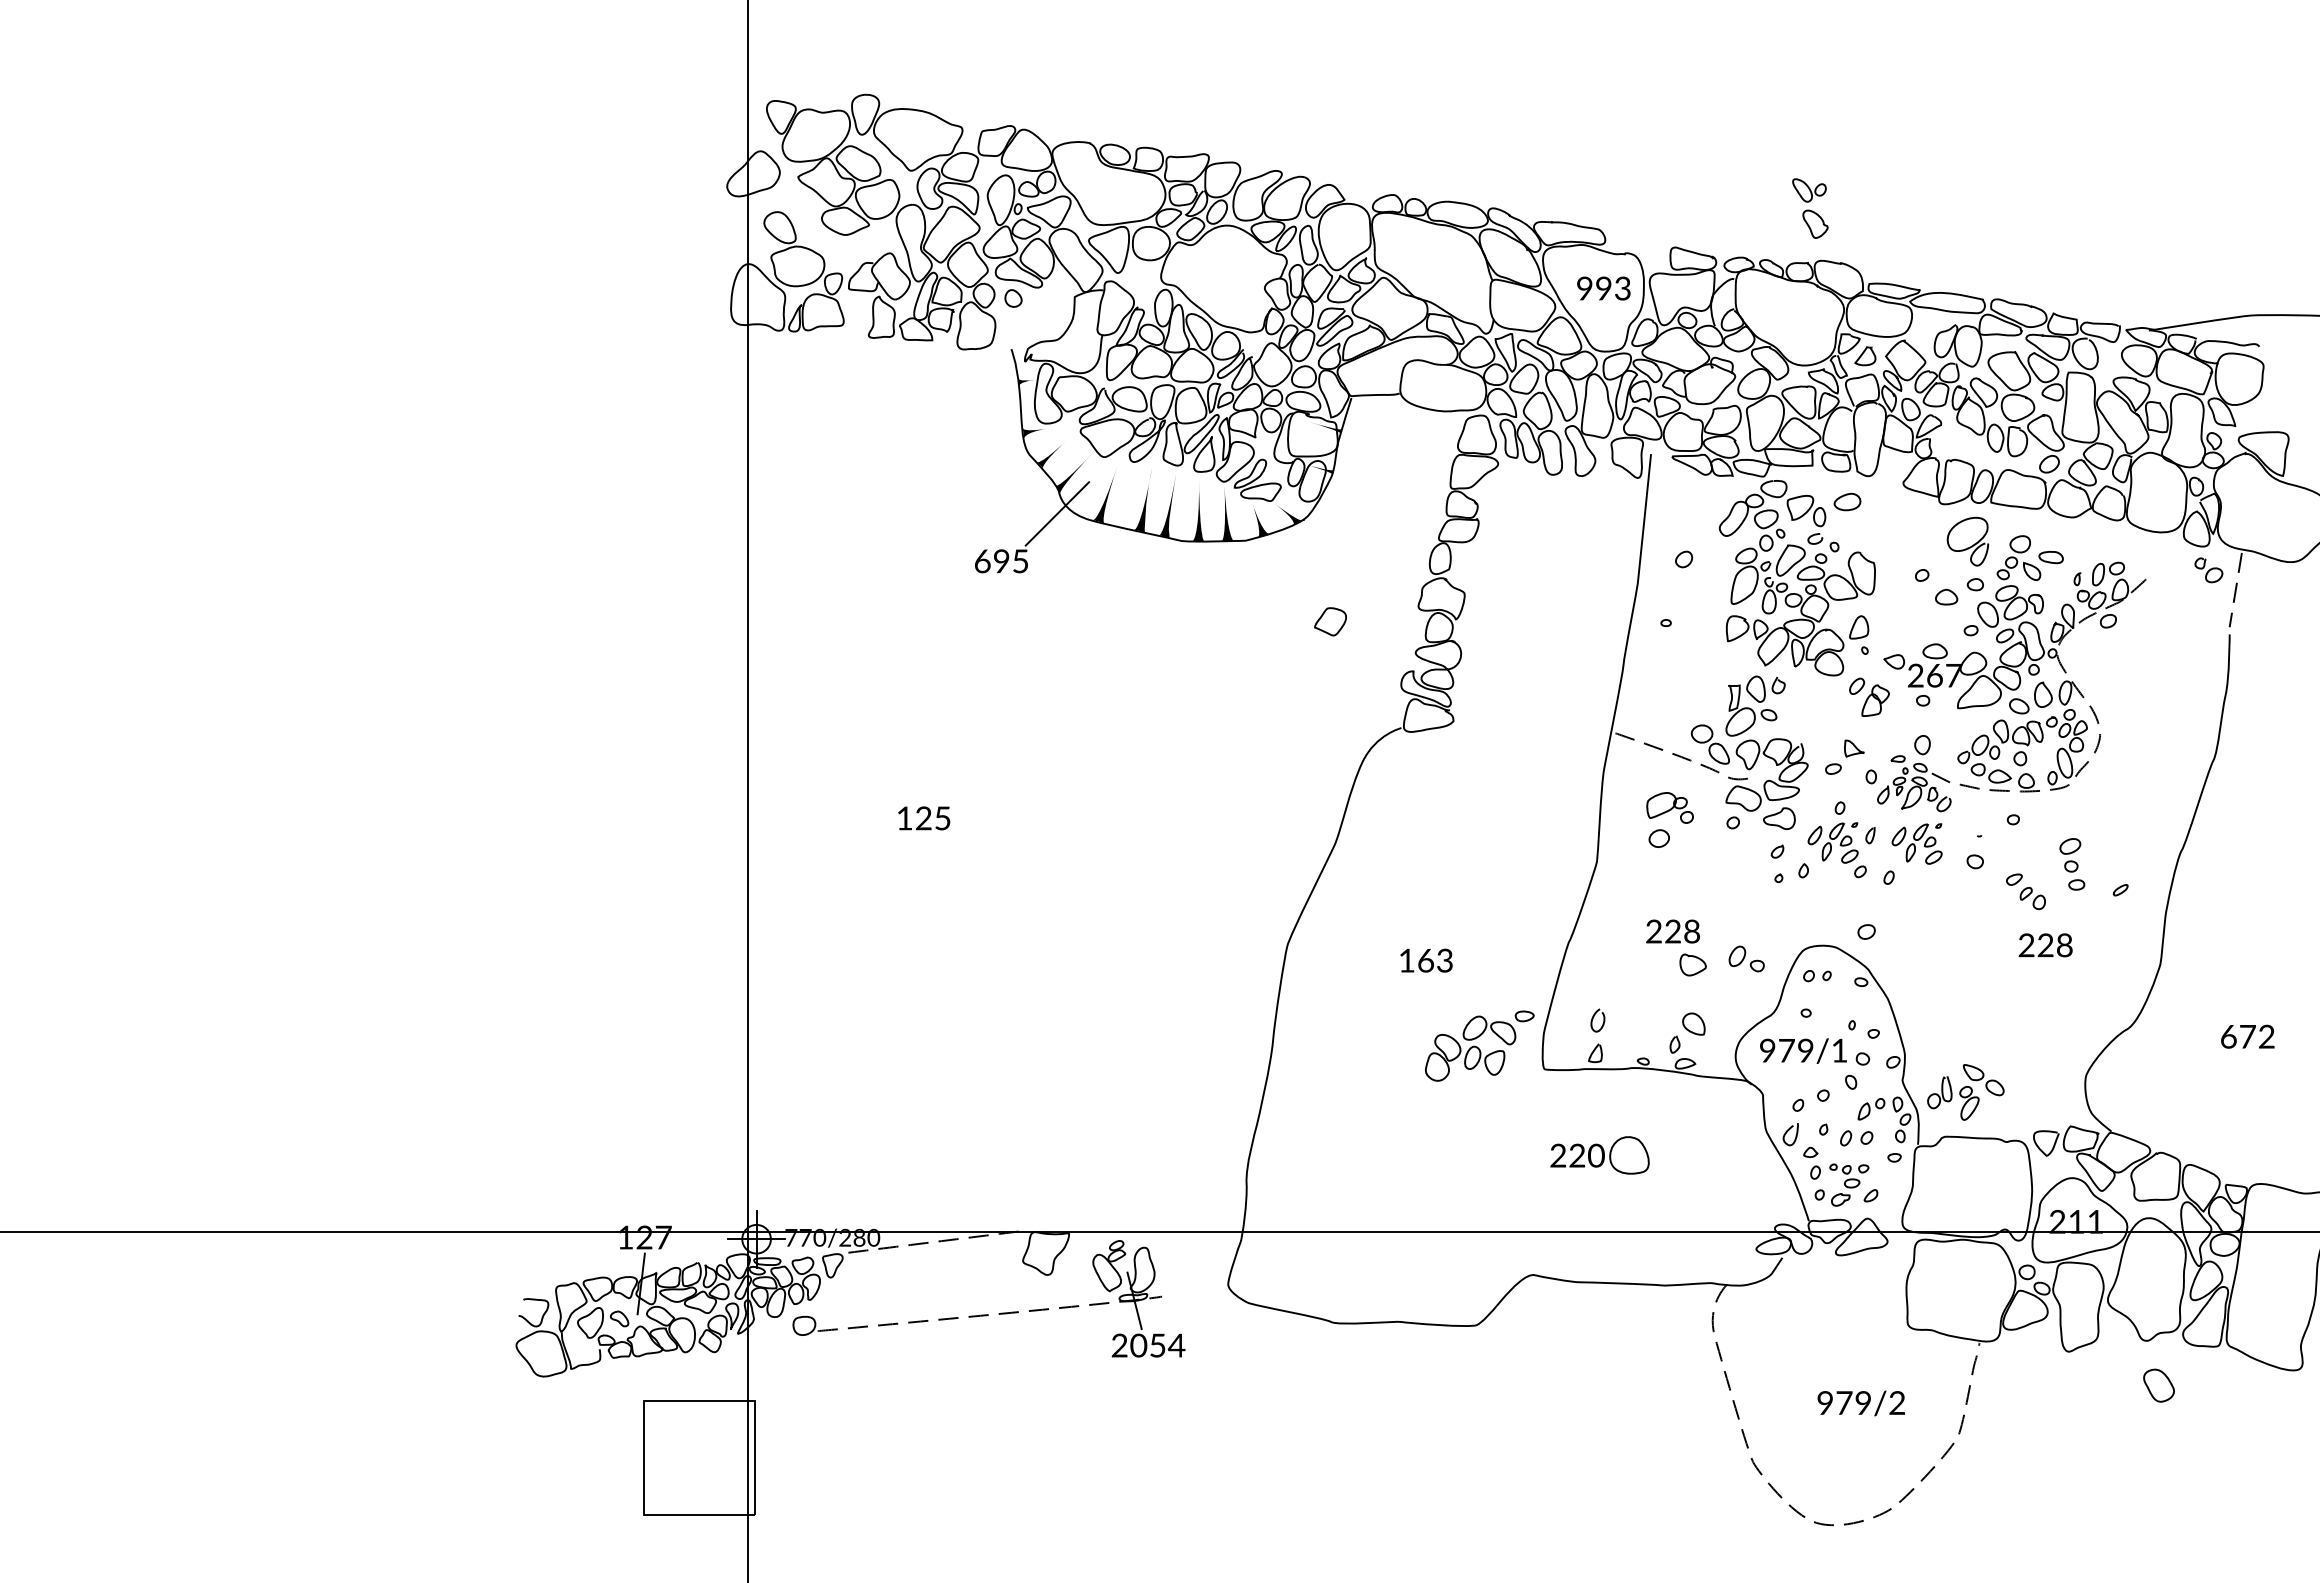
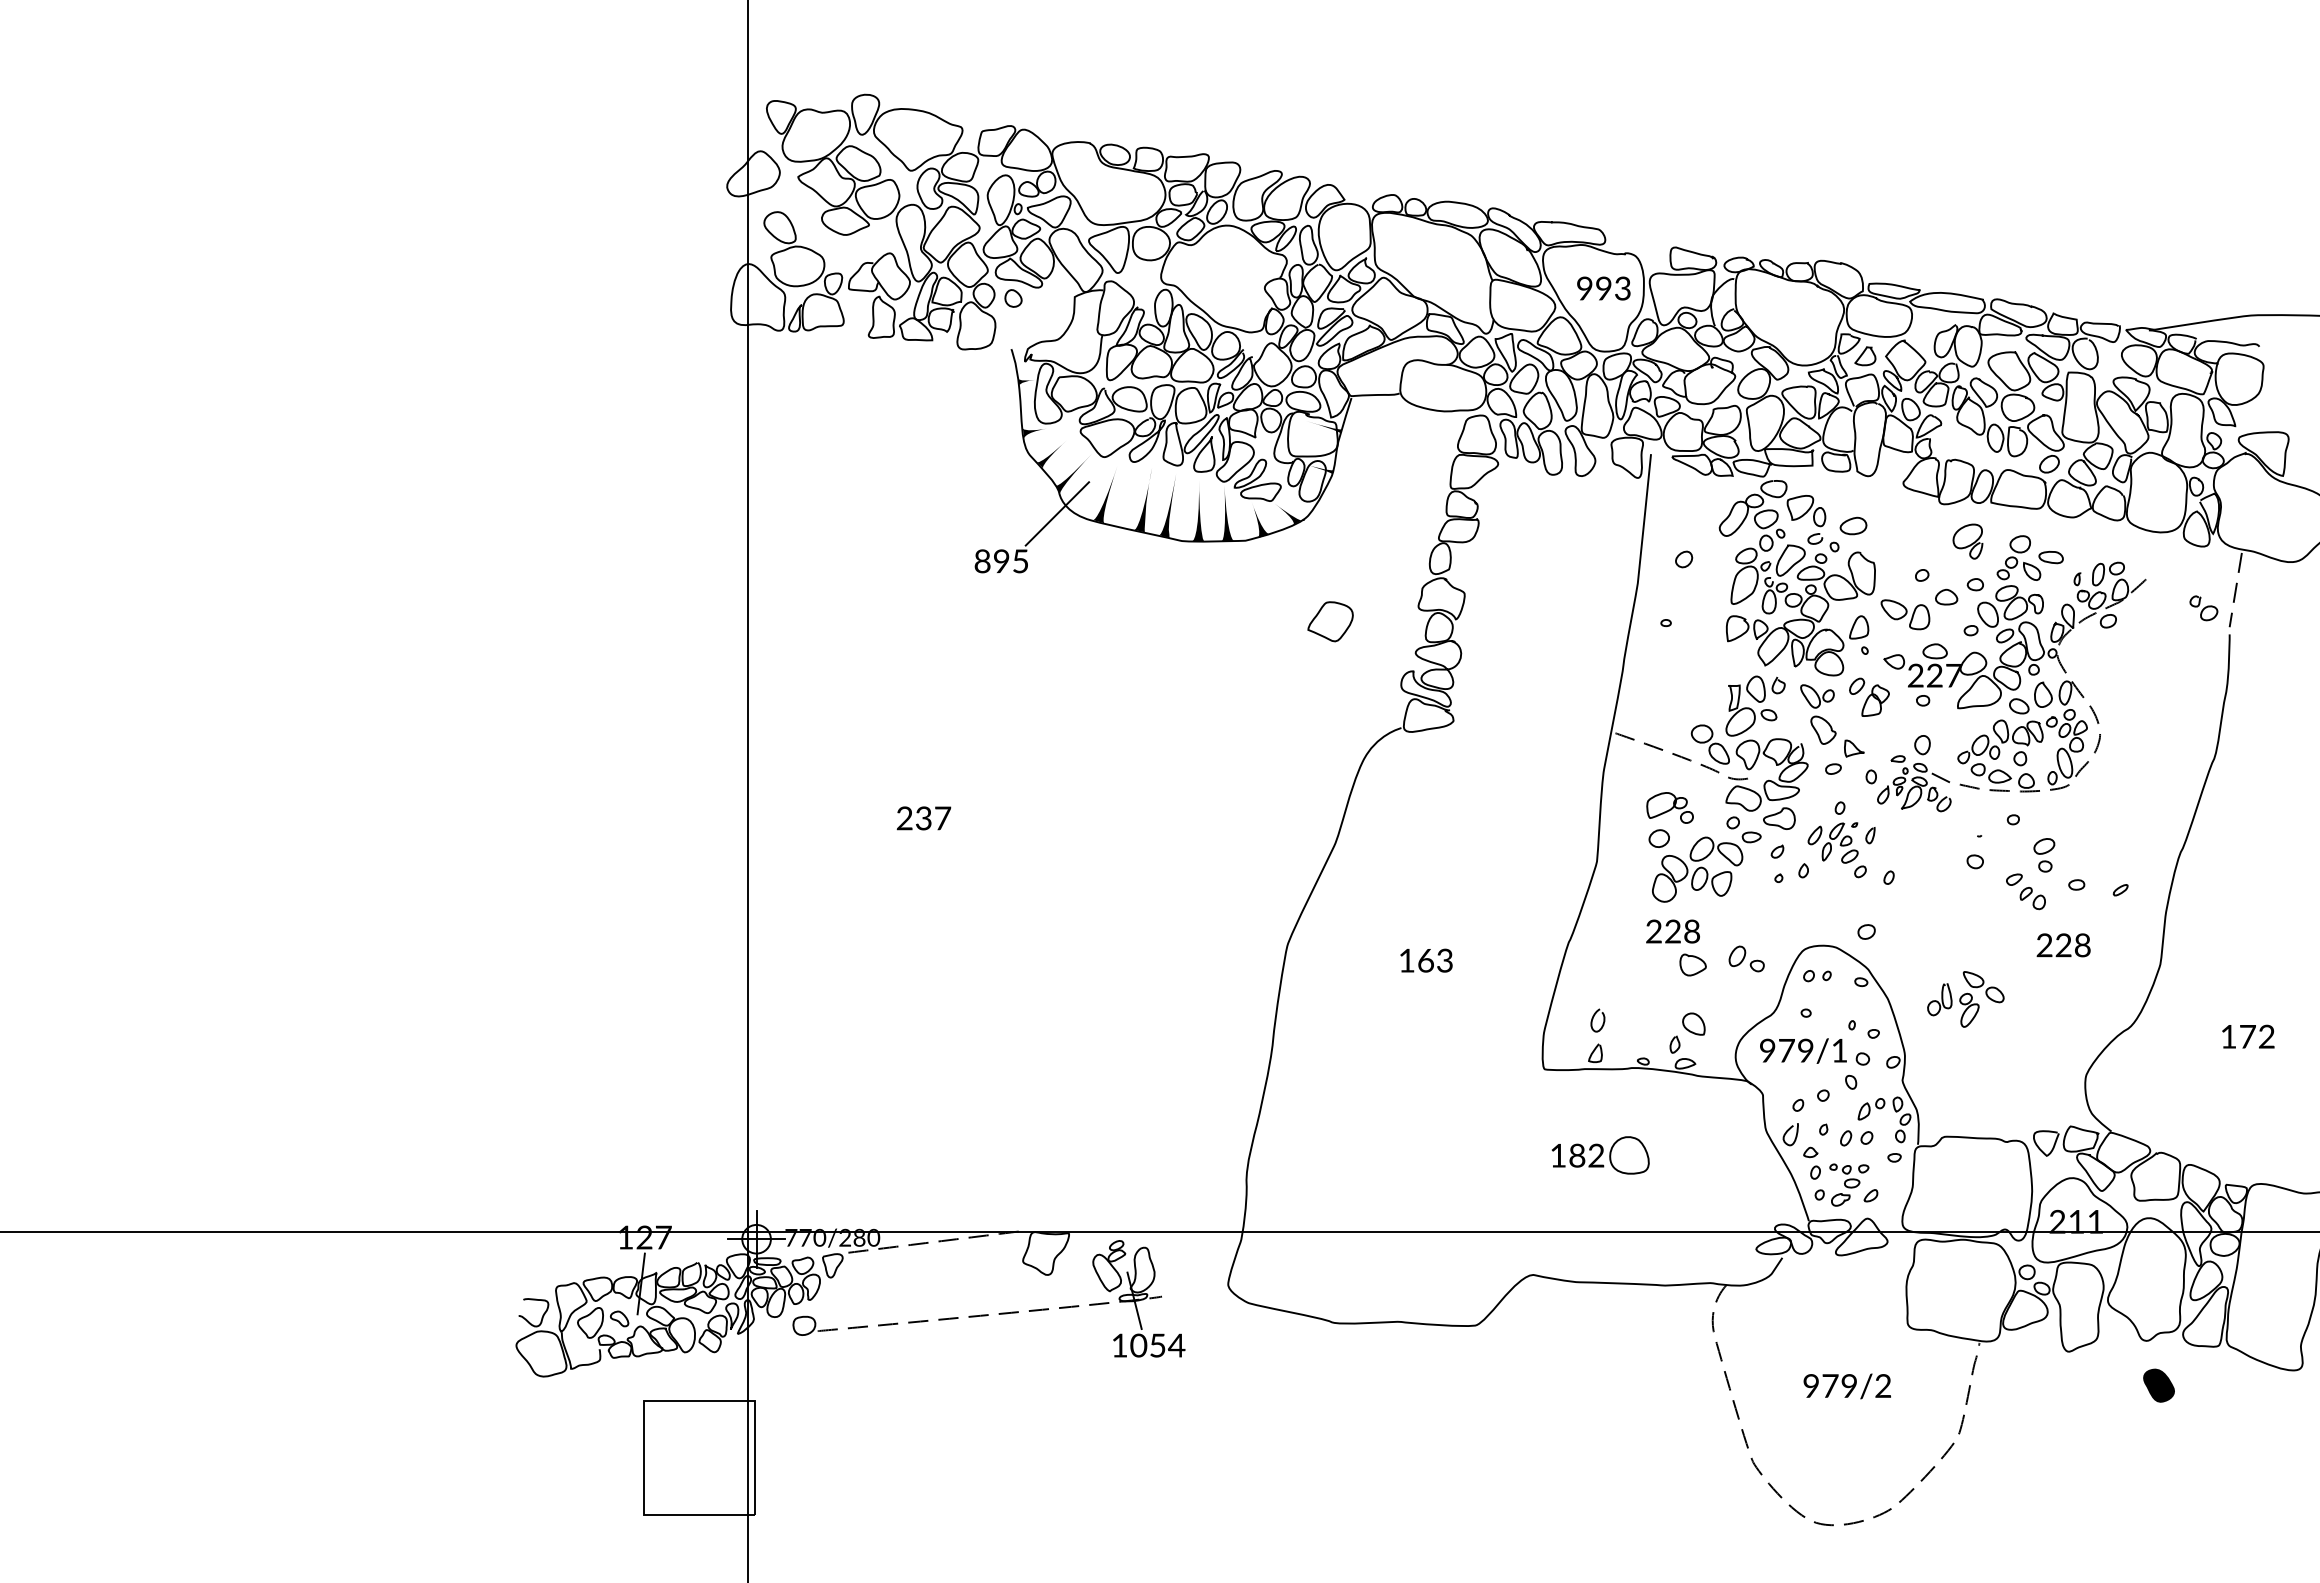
part at (1810, 208) position: (1810, 208) -> (1818, 714)
part at (1847, 501) position: (1847, 501) -> (1853, 525)
part at (1967, 541) size: 44x51 px -> 32x37 px
text at (982, 560): 695 -> 895
part at (2208, 570) position: (2208, 570) -> (2203, 608)
part at (1905, 614): none -> present
part at (1330, 621) size: 34x30 px -> 47x42 px
text at (1934, 675): 267 -> 227
text at (923, 818): 125 -> 237
part at (1916, 843): present -> none
part at (2070, 855) position: (2070, 855) -> (2044, 855)
text at (2045, 945) position: (2045, 945) -> (2063, 945)
text at (2228, 1036): 672 -> 172
part at (1479, 1045) position: (1479, 1045) -> (1706, 866)
part at (1965, 1092) position: (1965, 1092) -> (1965, 999)
text at (1577, 1155): 220 -> 182
text at (1119, 1345): 2054 -> 1054
fill at (2158, 1385): none -> present
text at (1860, 1403) position: (1860, 1403) -> (1846, 1386)
